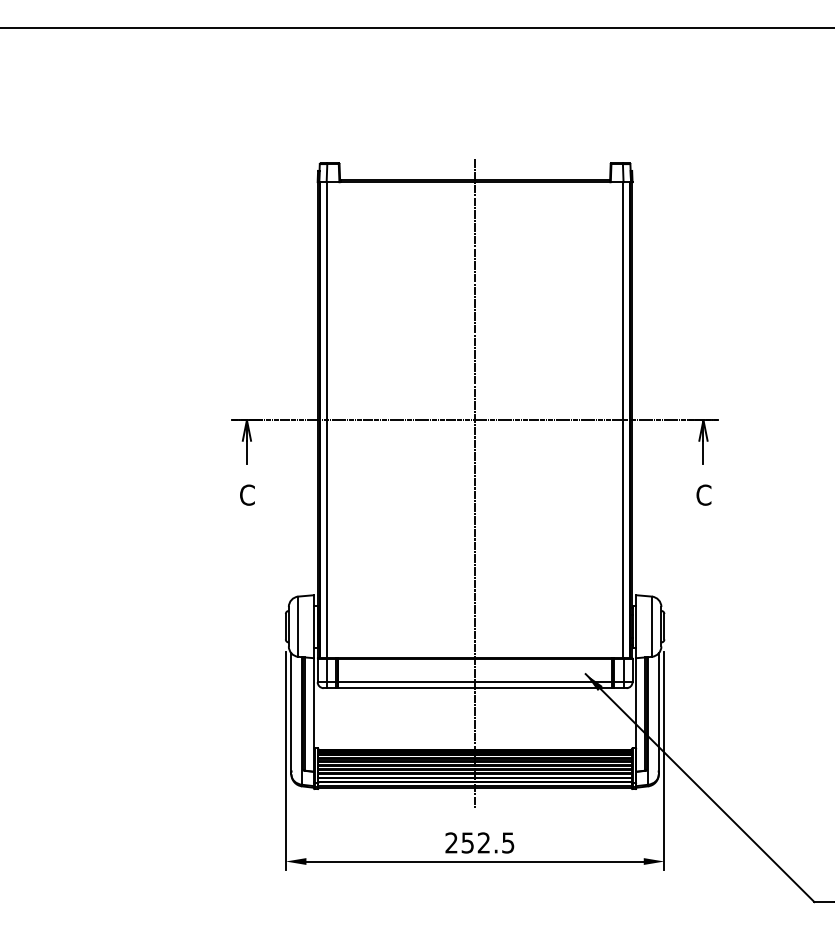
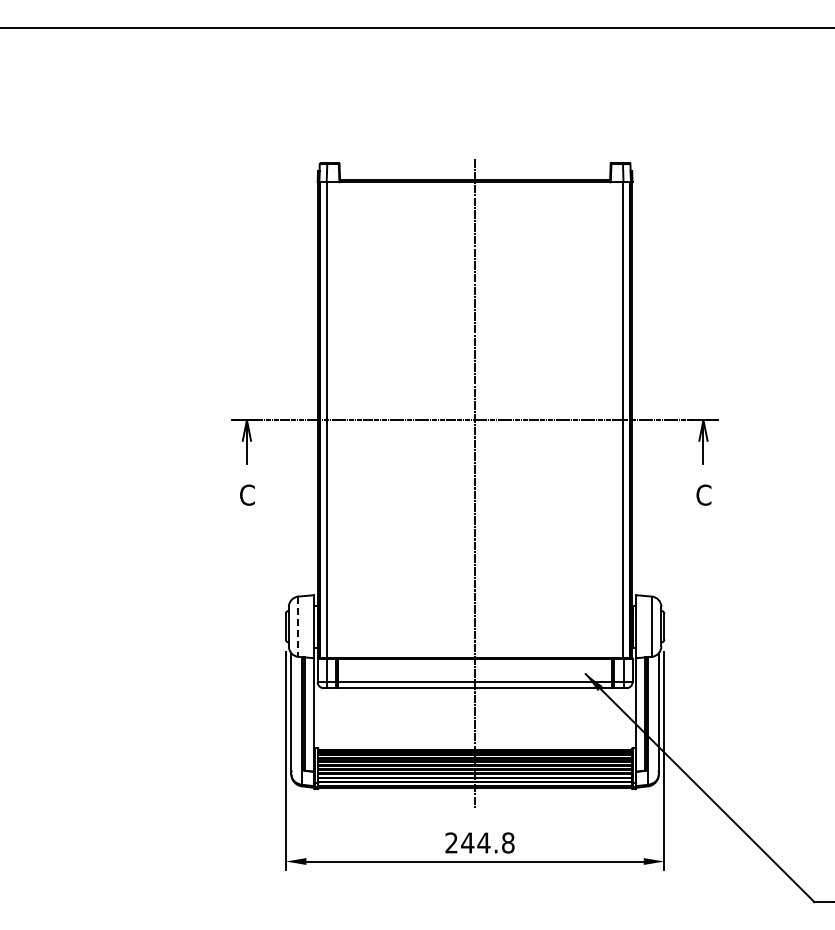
line at (298, 627): solid -> dashed
text at (487, 842): 252.5 -> 244.8
